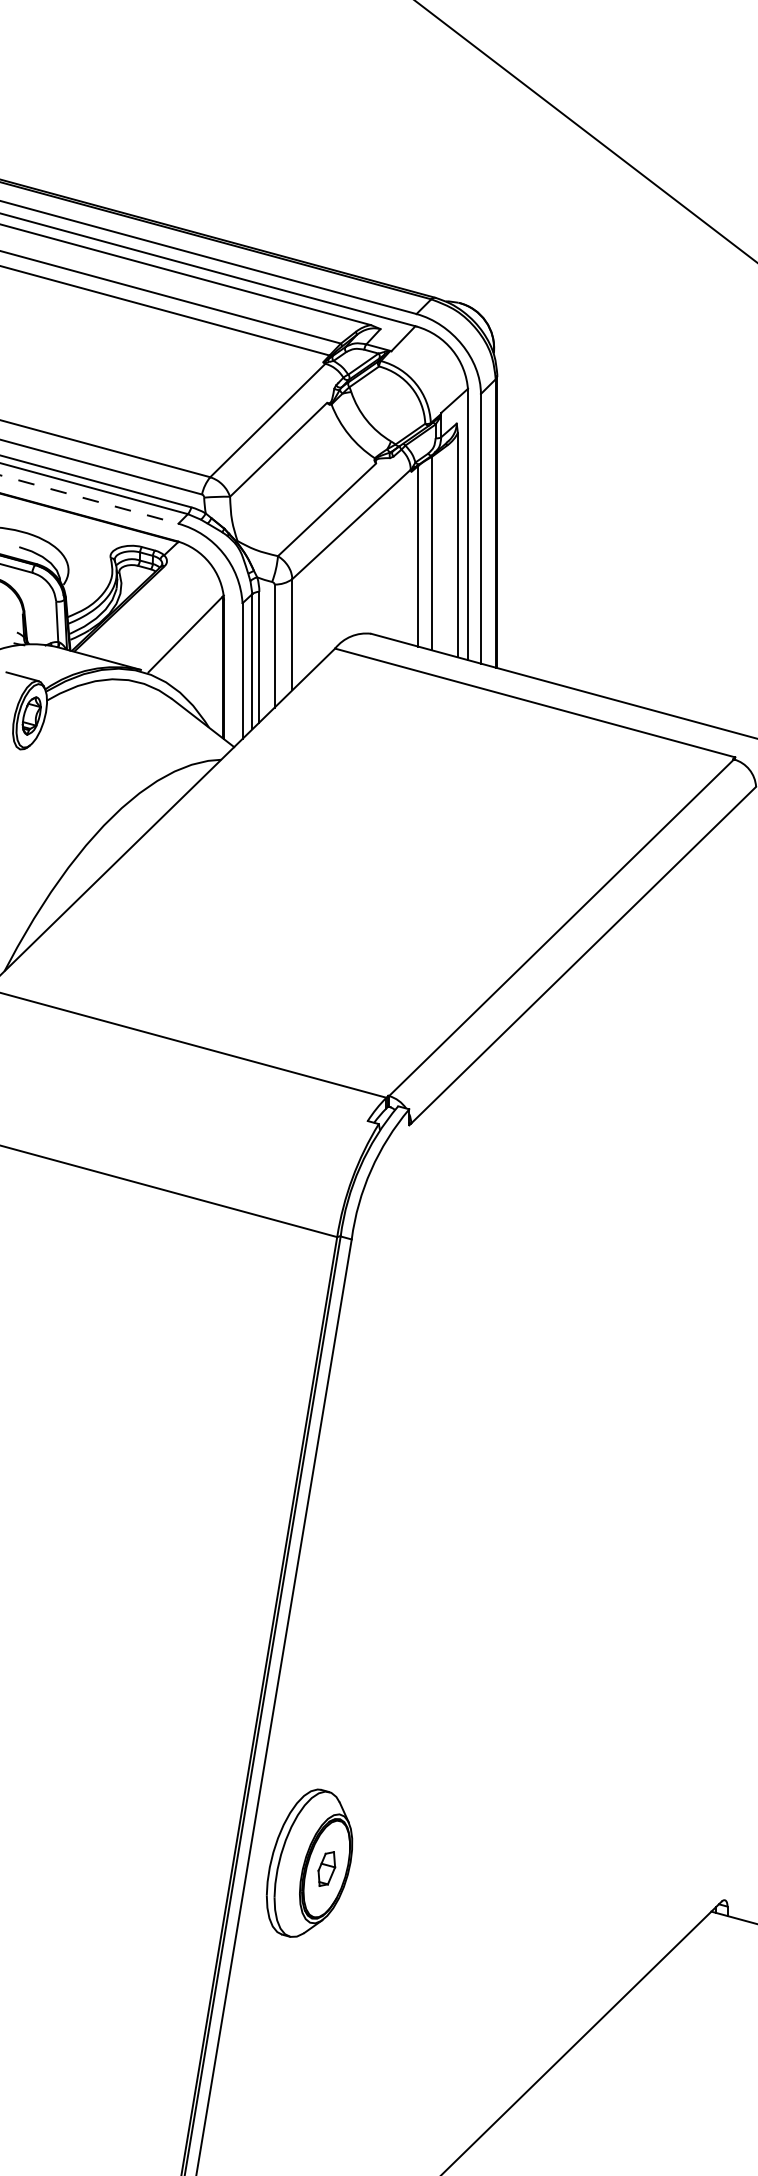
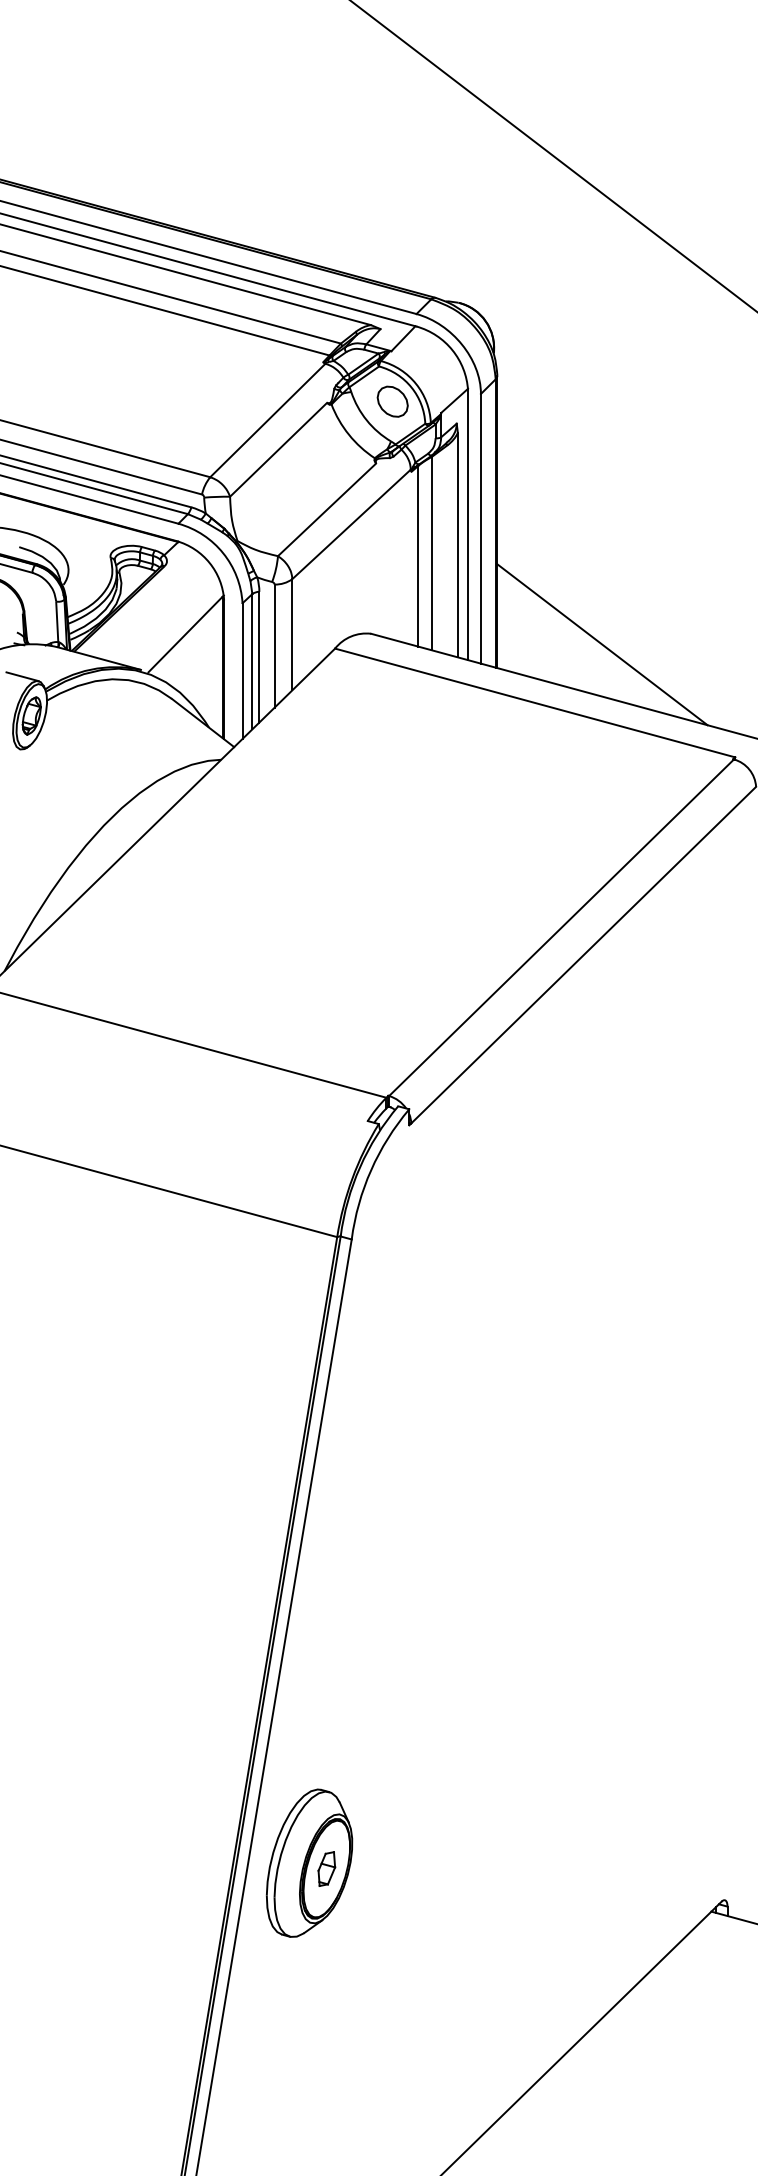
line at (585, 131) position: (585, 131) -> (553, 156)
part at (392, 401): none -> present
line at (89, 499): dashed -> solid
line at (602, 644): none -> present
